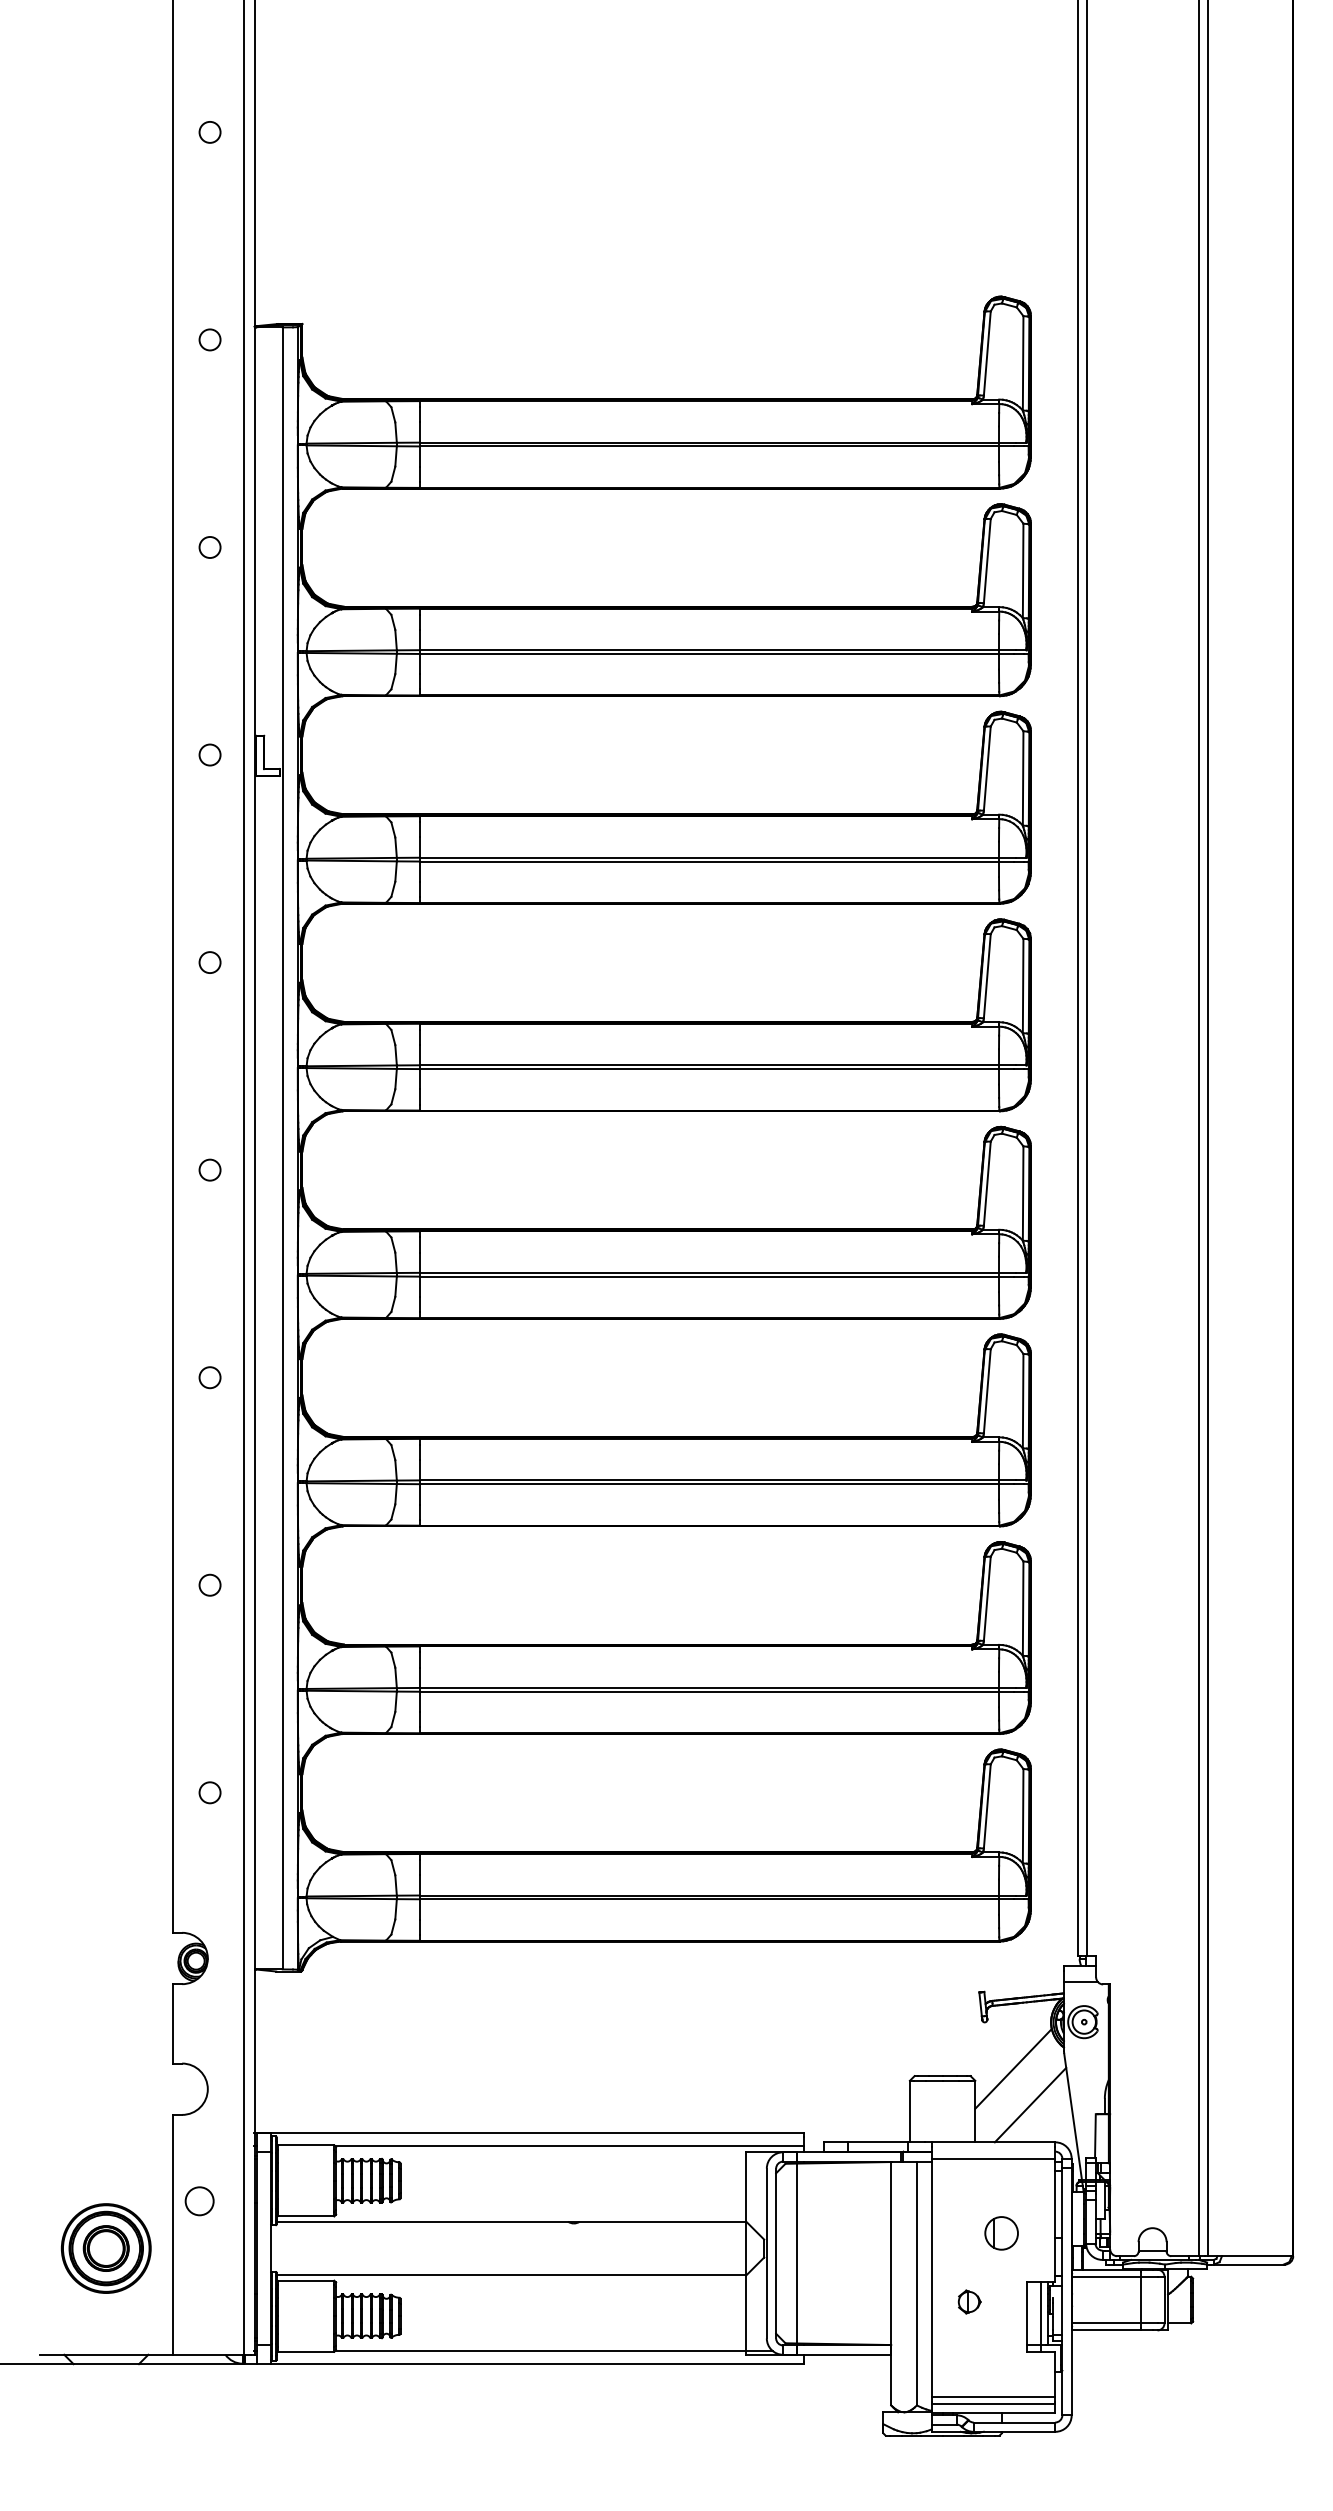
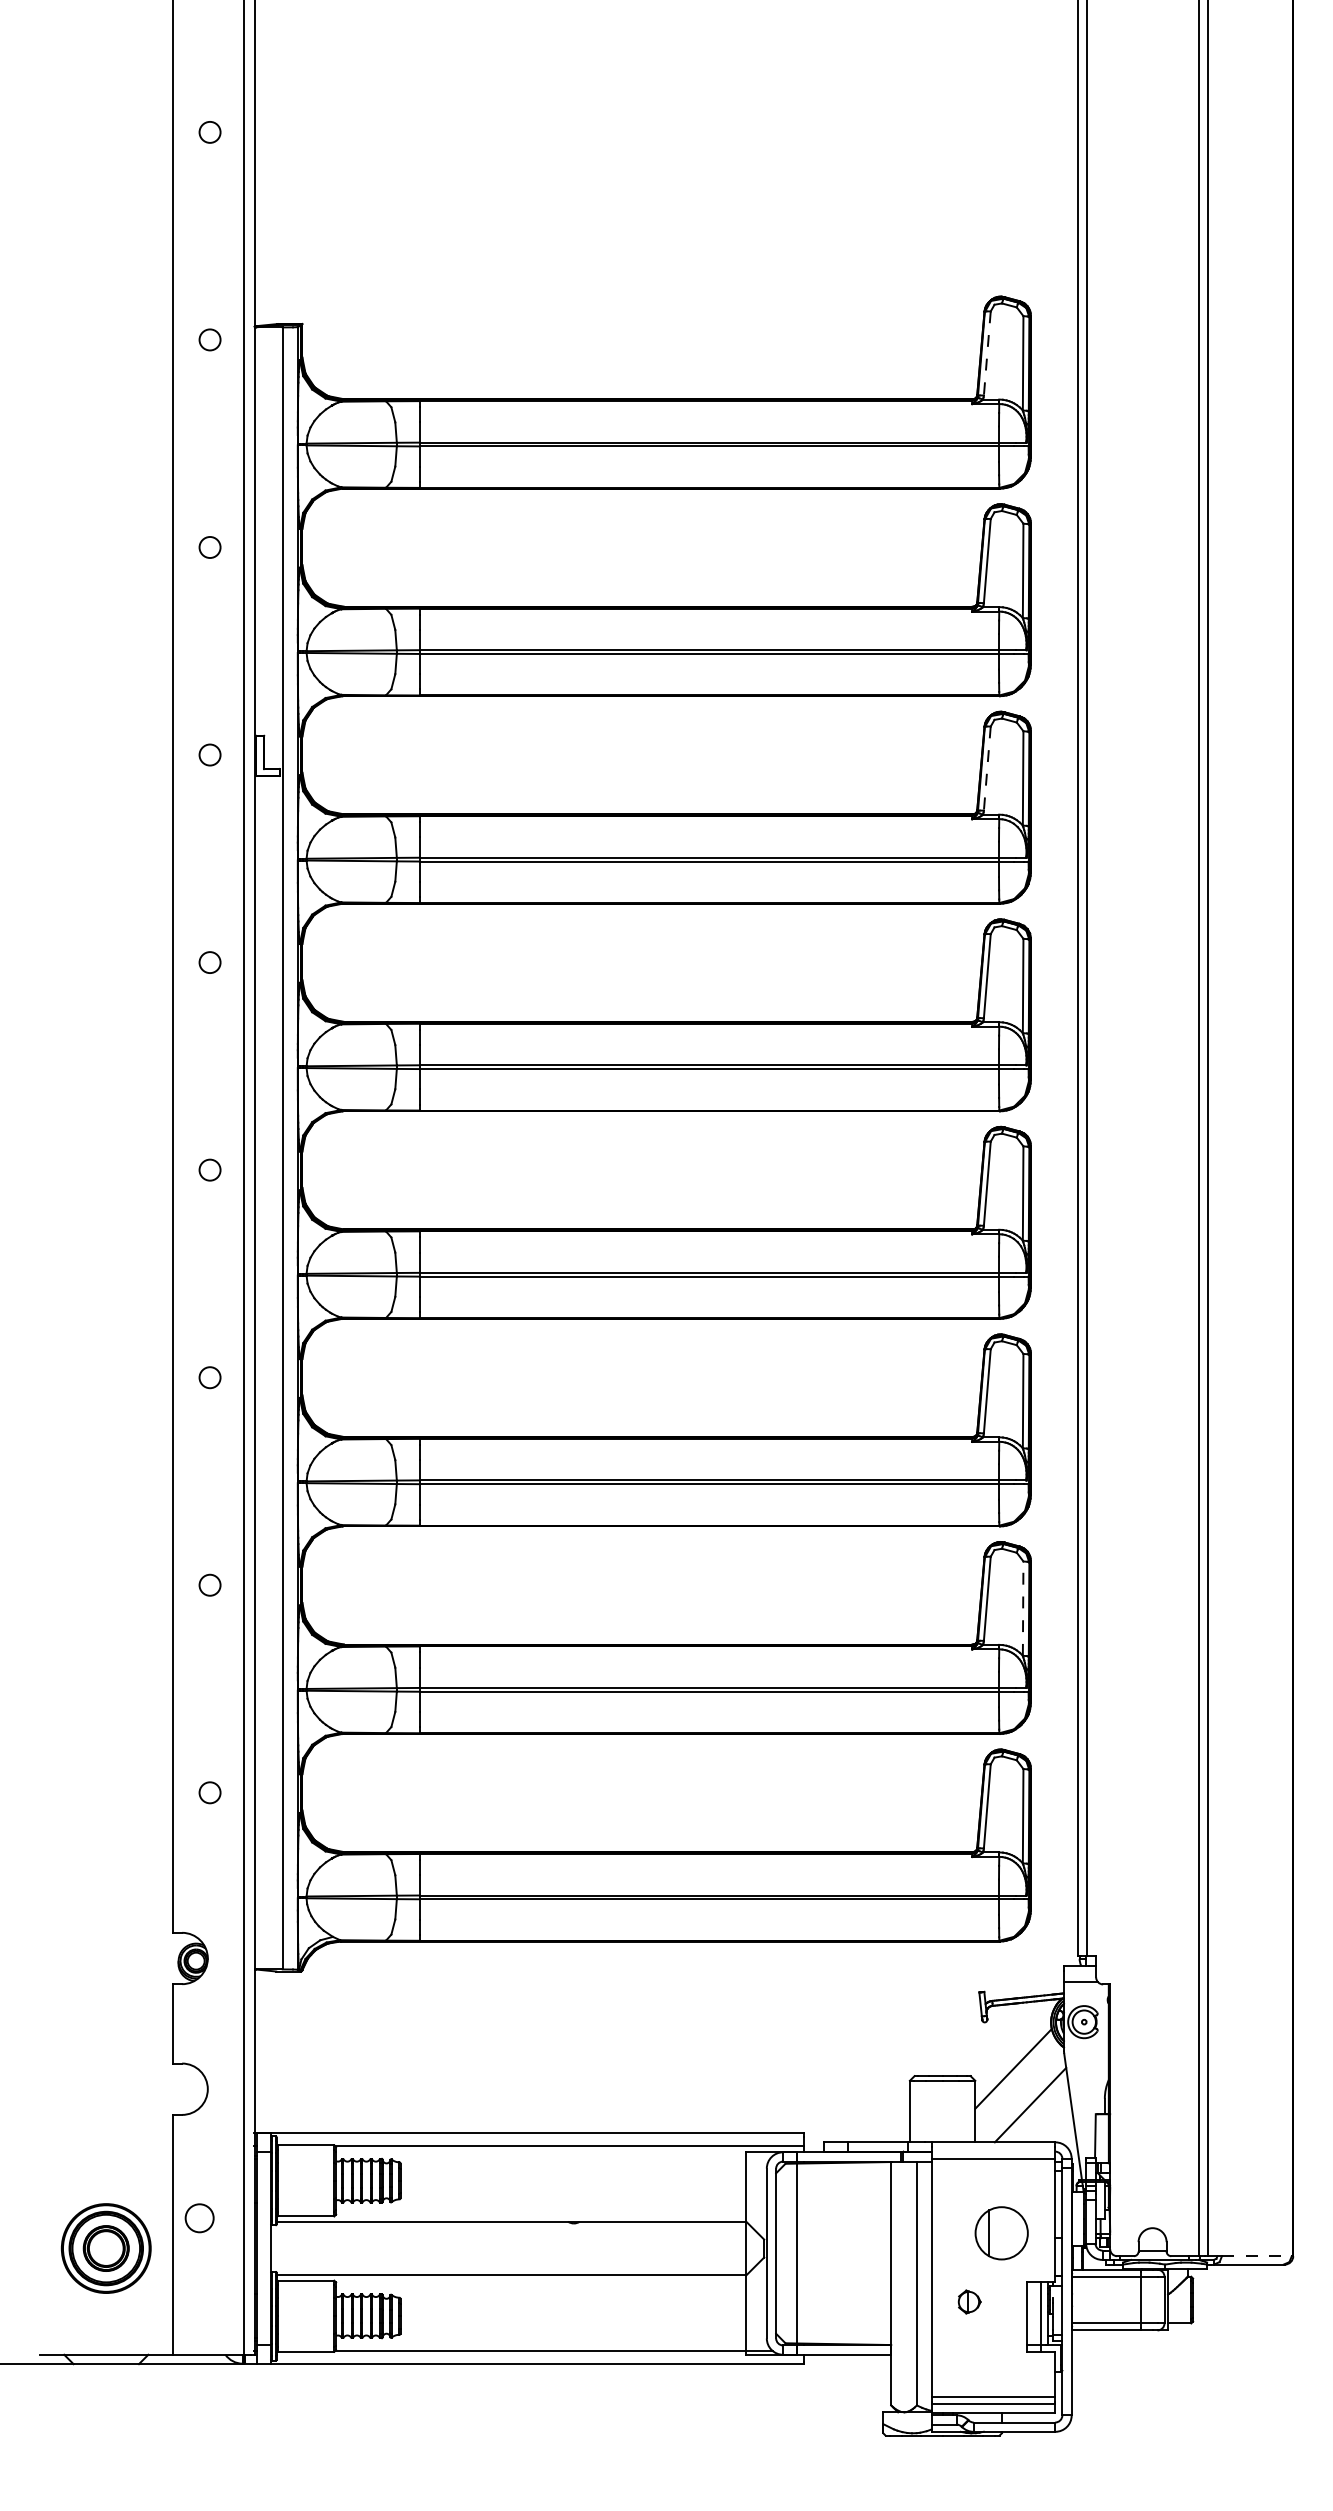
line at (987, 353): solid -> dashed
line at (987, 769): solid -> dashed
line at (1023, 1608): solid -> dashed
circle at (199, 2201) position: (199, 2201) -> (199, 2218)
part at (1001, 2233) size: 35x35 px -> 55x55 px
line at (1256, 2256): solid -> dashed
